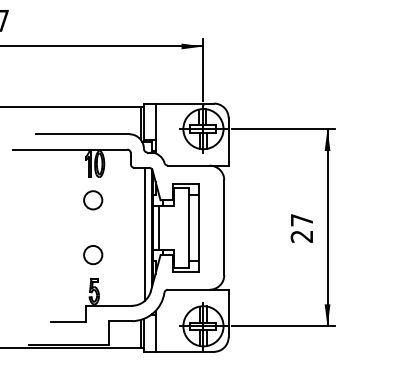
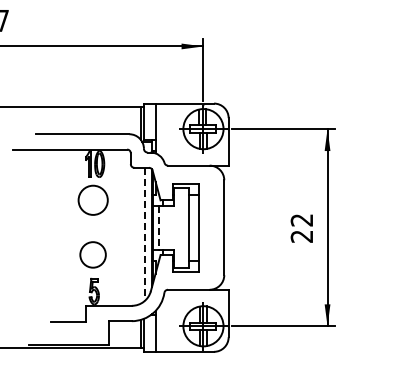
circle at (93, 200) diameter: 18 px -> 29 px
text at (301, 220): 27 -> 22
line at (159, 227): solid -> dashed
line at (144, 234): solid -> dashed
circle at (93, 255) size: 21x21 px -> 28x28 px
